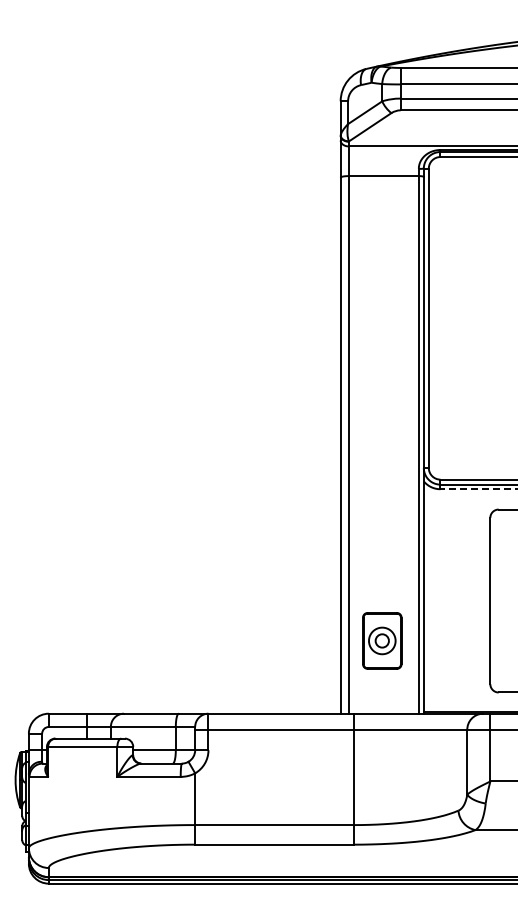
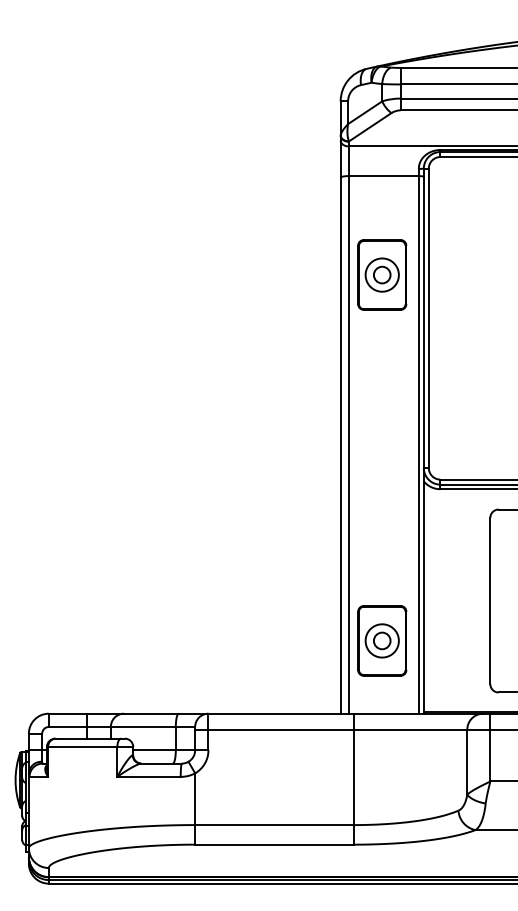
part at (382, 274): none -> present
line at (478, 489): dashed -> solid
part at (382, 640) size: 41x58 px -> 51x72 px
